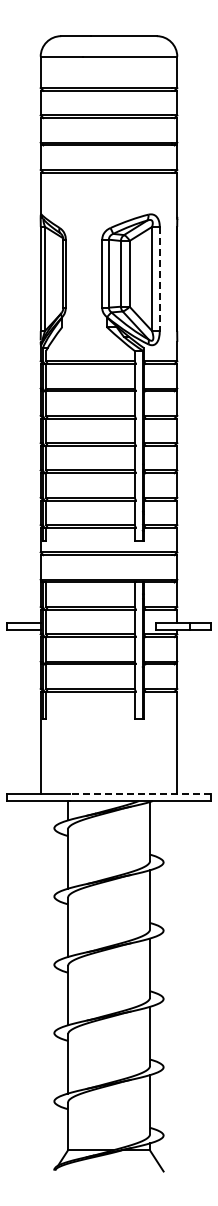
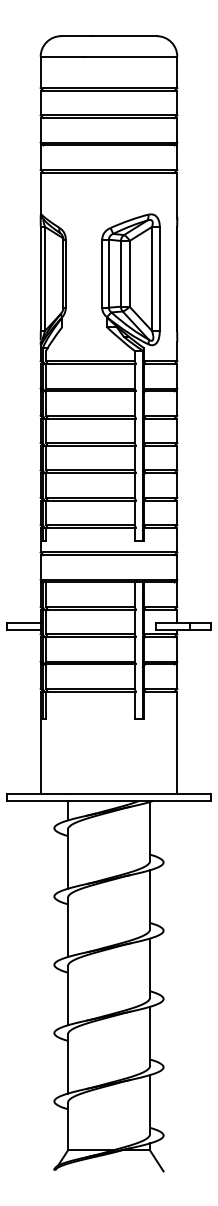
line at (159, 279): dashed -> solid
line at (140, 794): dashed -> solid
